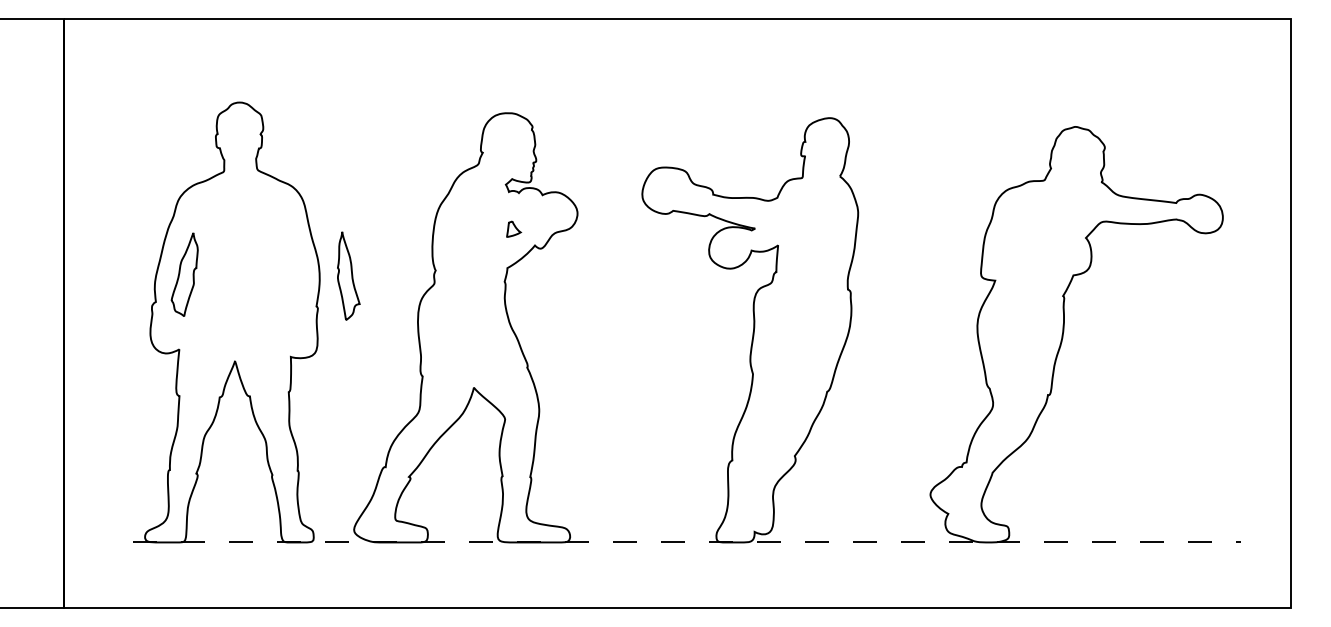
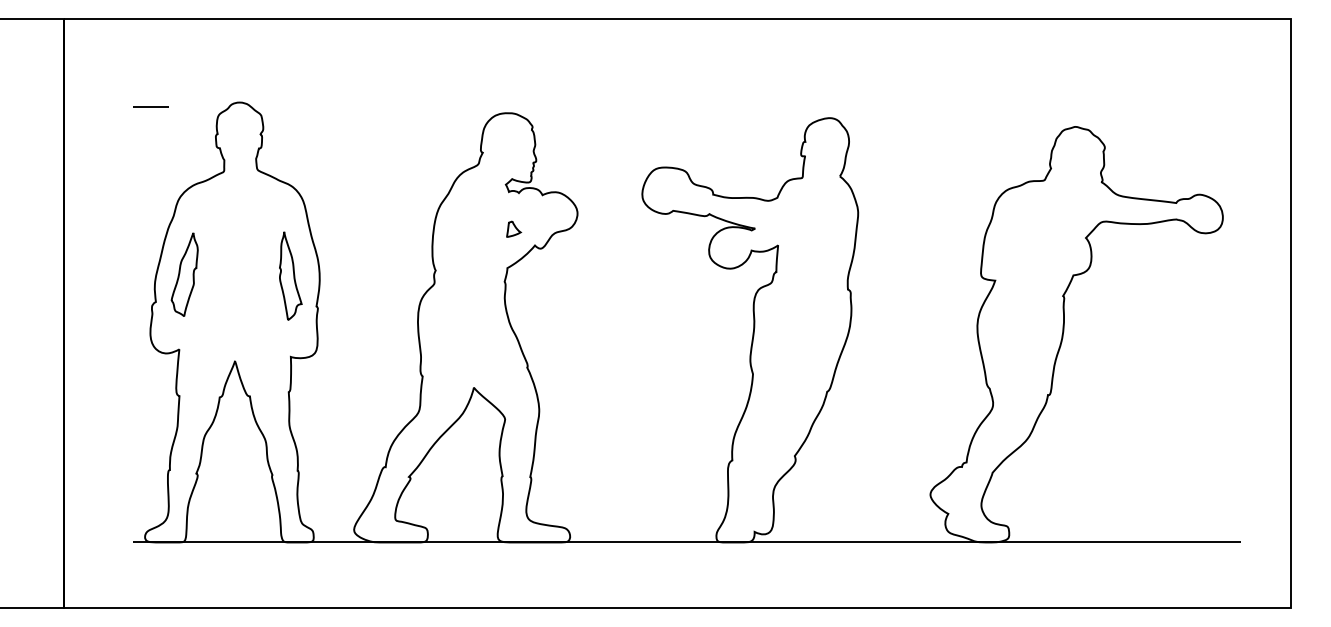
line at (150, 106): none -> present
part at (348, 275) position: (348, 275) -> (290, 275)
line at (687, 542): dashed -> solid
